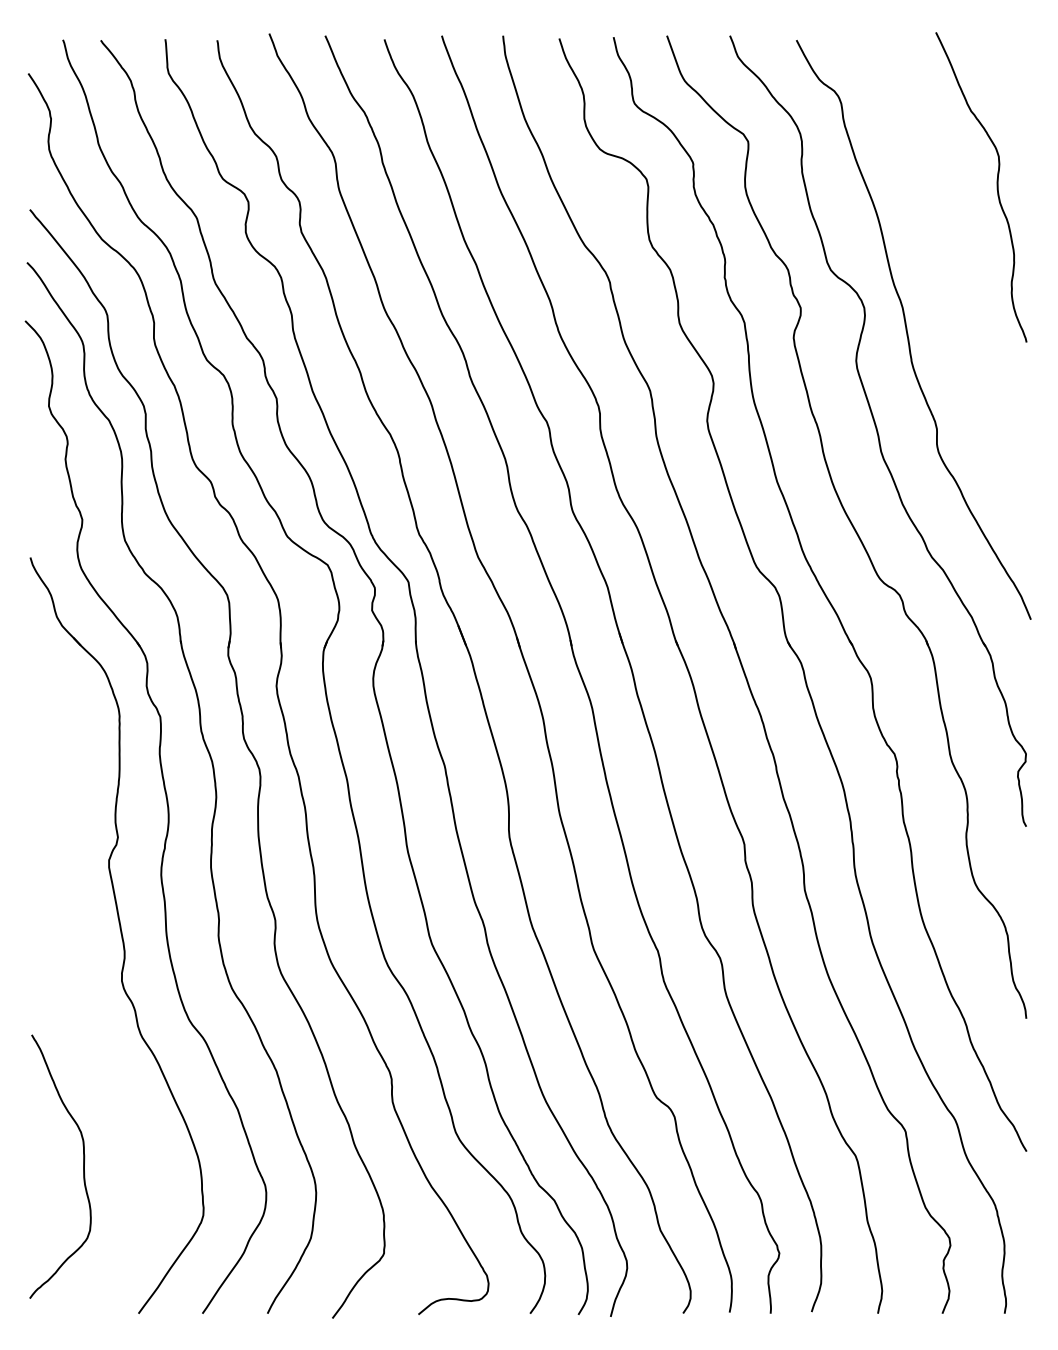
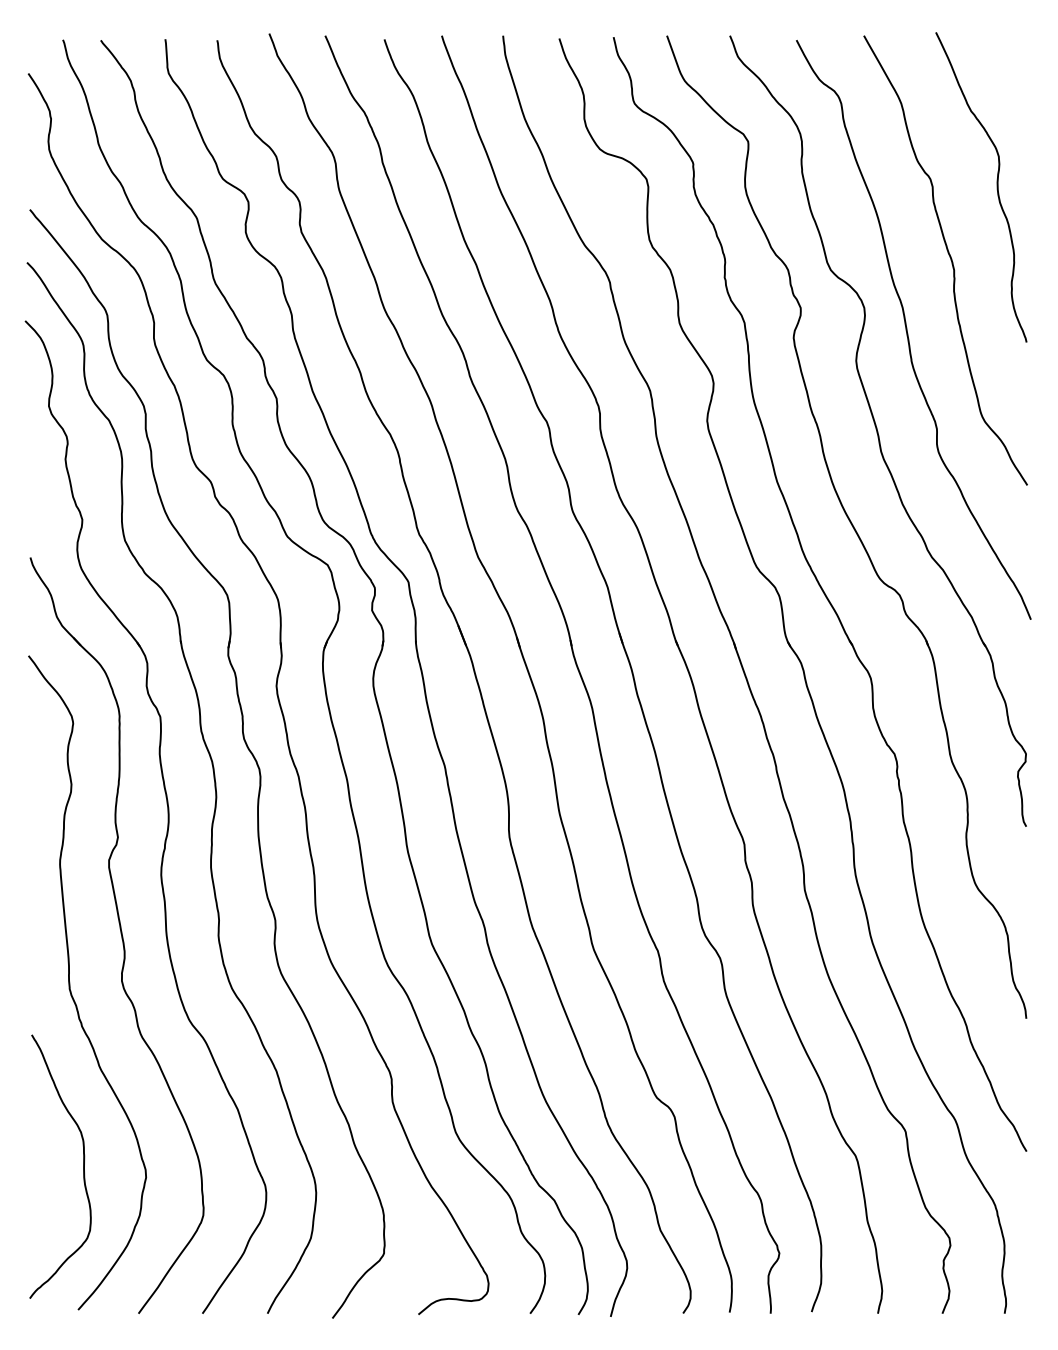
curve at (949, 257): none -> present
curve at (70, 982): none -> present
